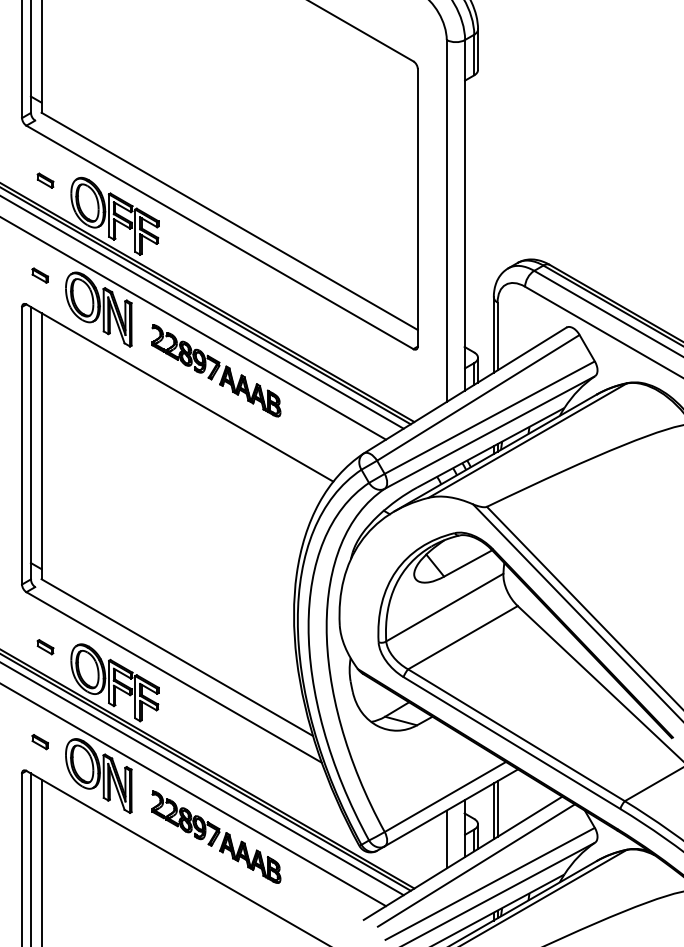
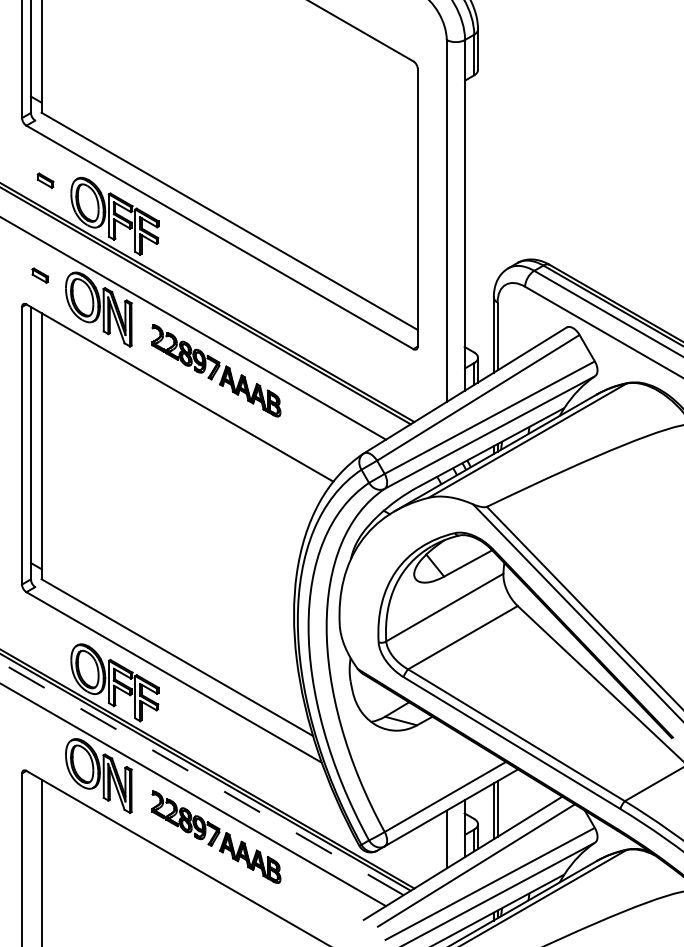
line at (202, 312): present -> none
part at (45, 647): present -> none
part at (39, 742): present -> none
line at (202, 778): solid -> dashed
line at (30, 858): present -> none
